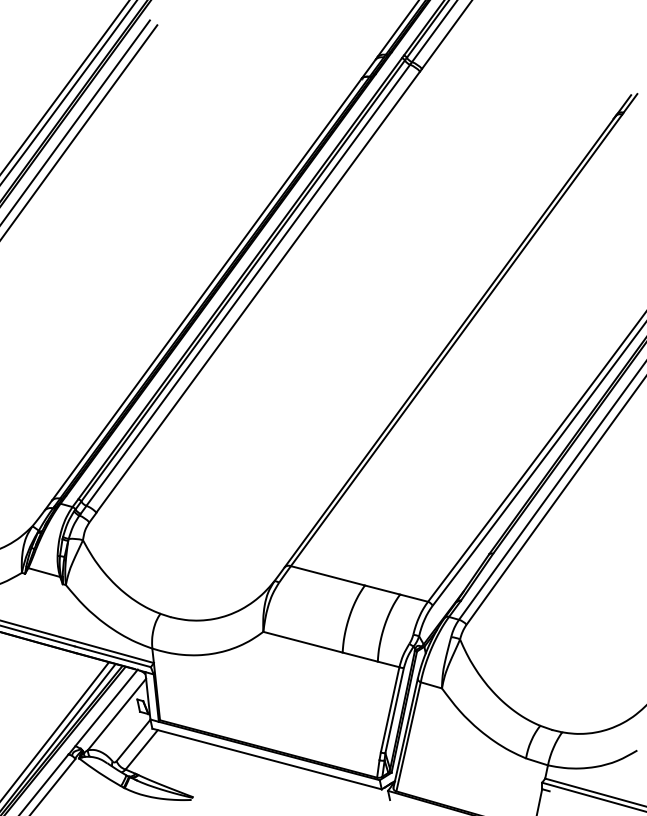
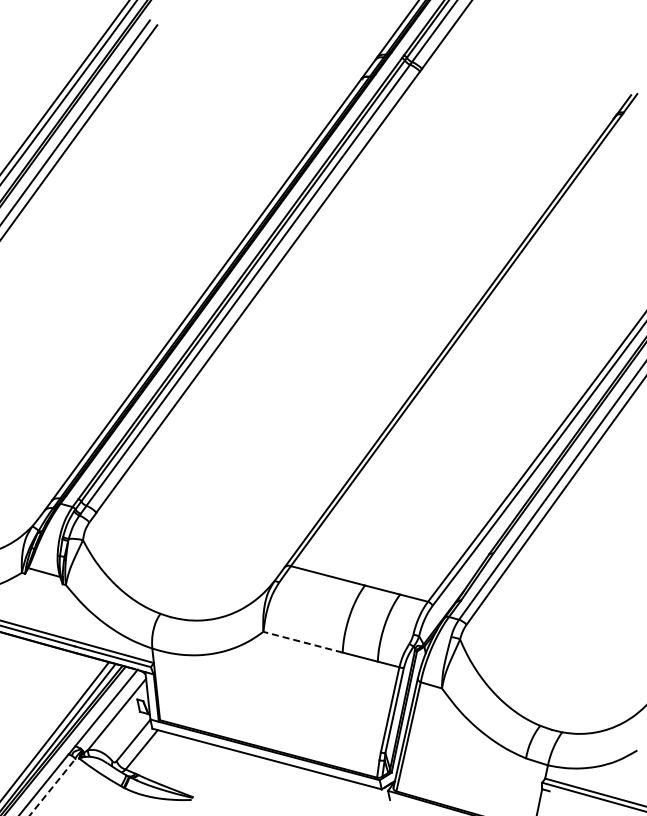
line at (303, 642): solid -> dashed
line at (52, 786): solid -> dashed
